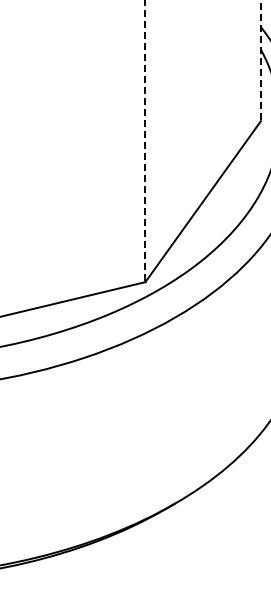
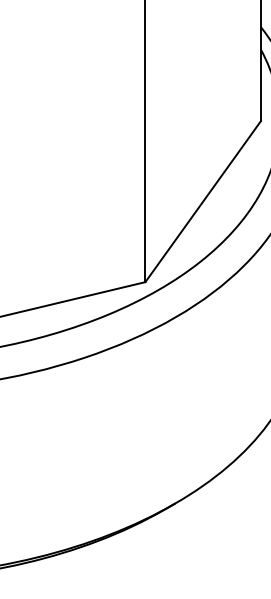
line at (260, 61): dashed -> solid
line at (145, 141): dashed -> solid
